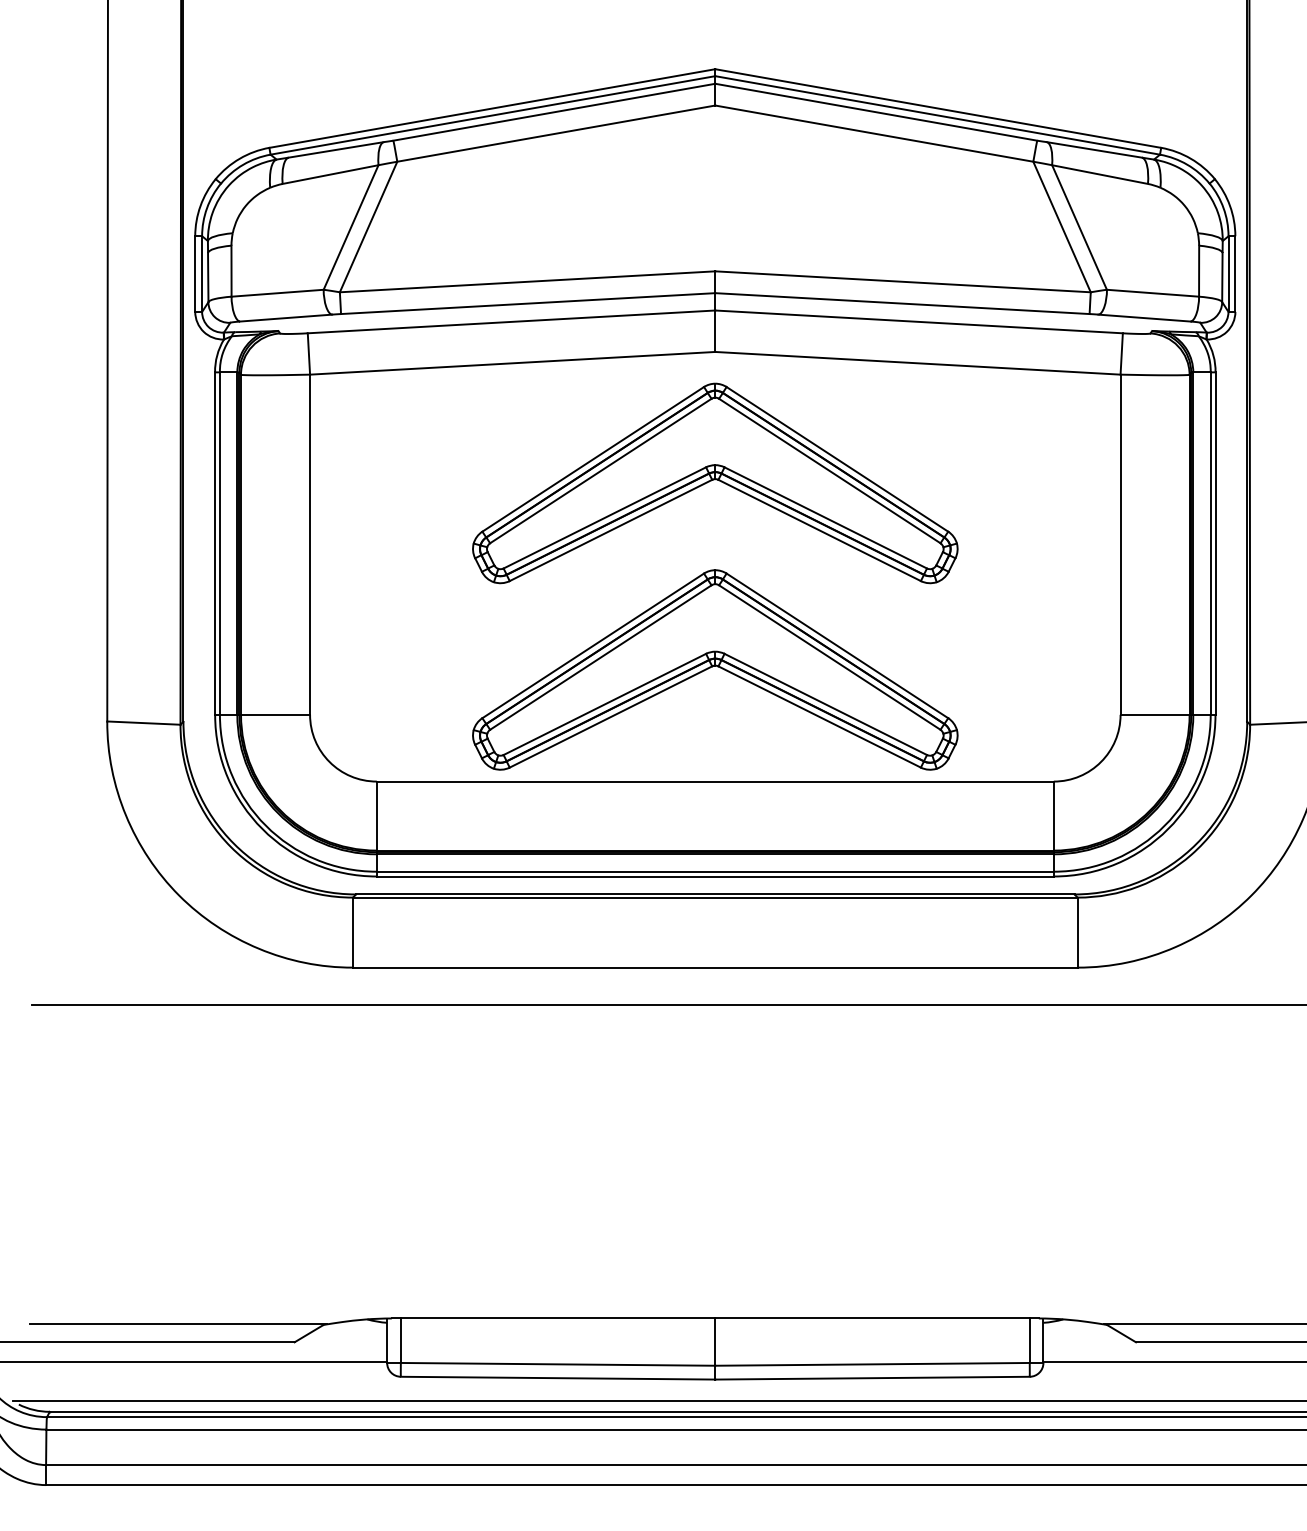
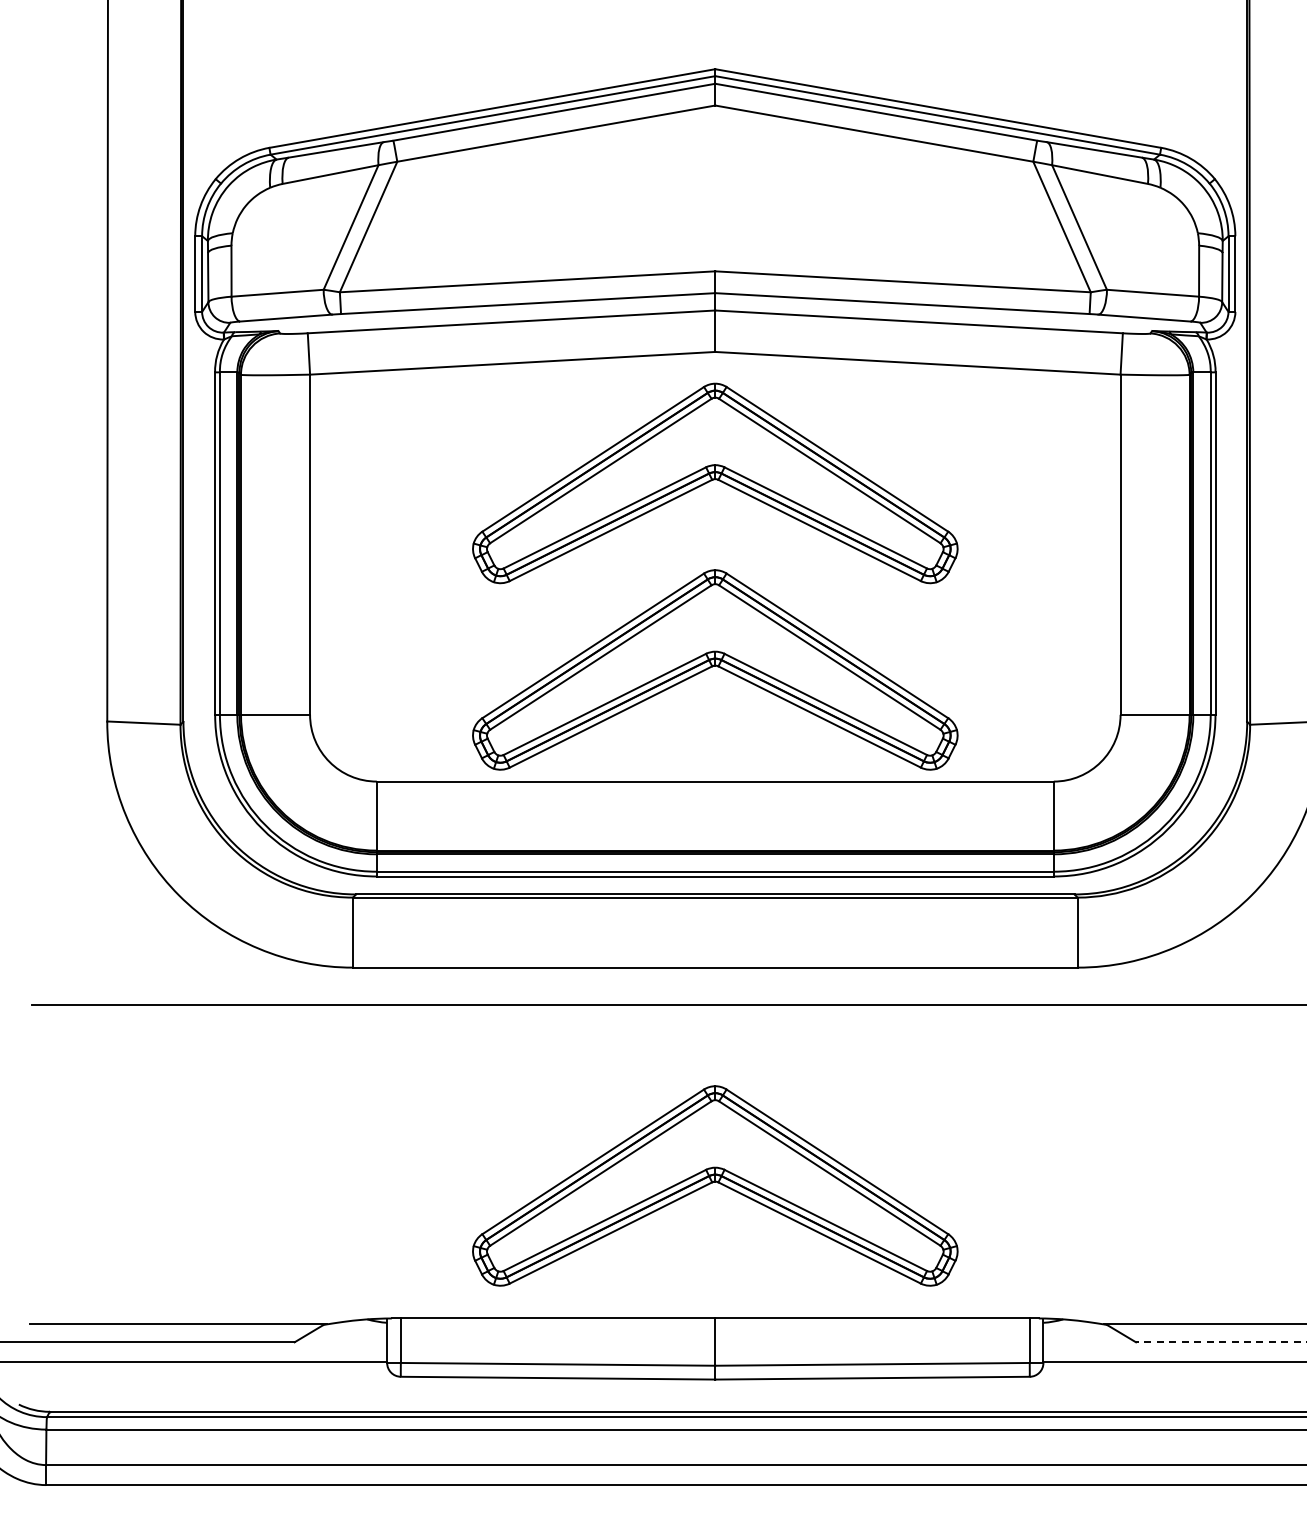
part at (715, 1185): none -> present
line at (1221, 1342): solid -> dashed
line at (657, 1401): present -> none
